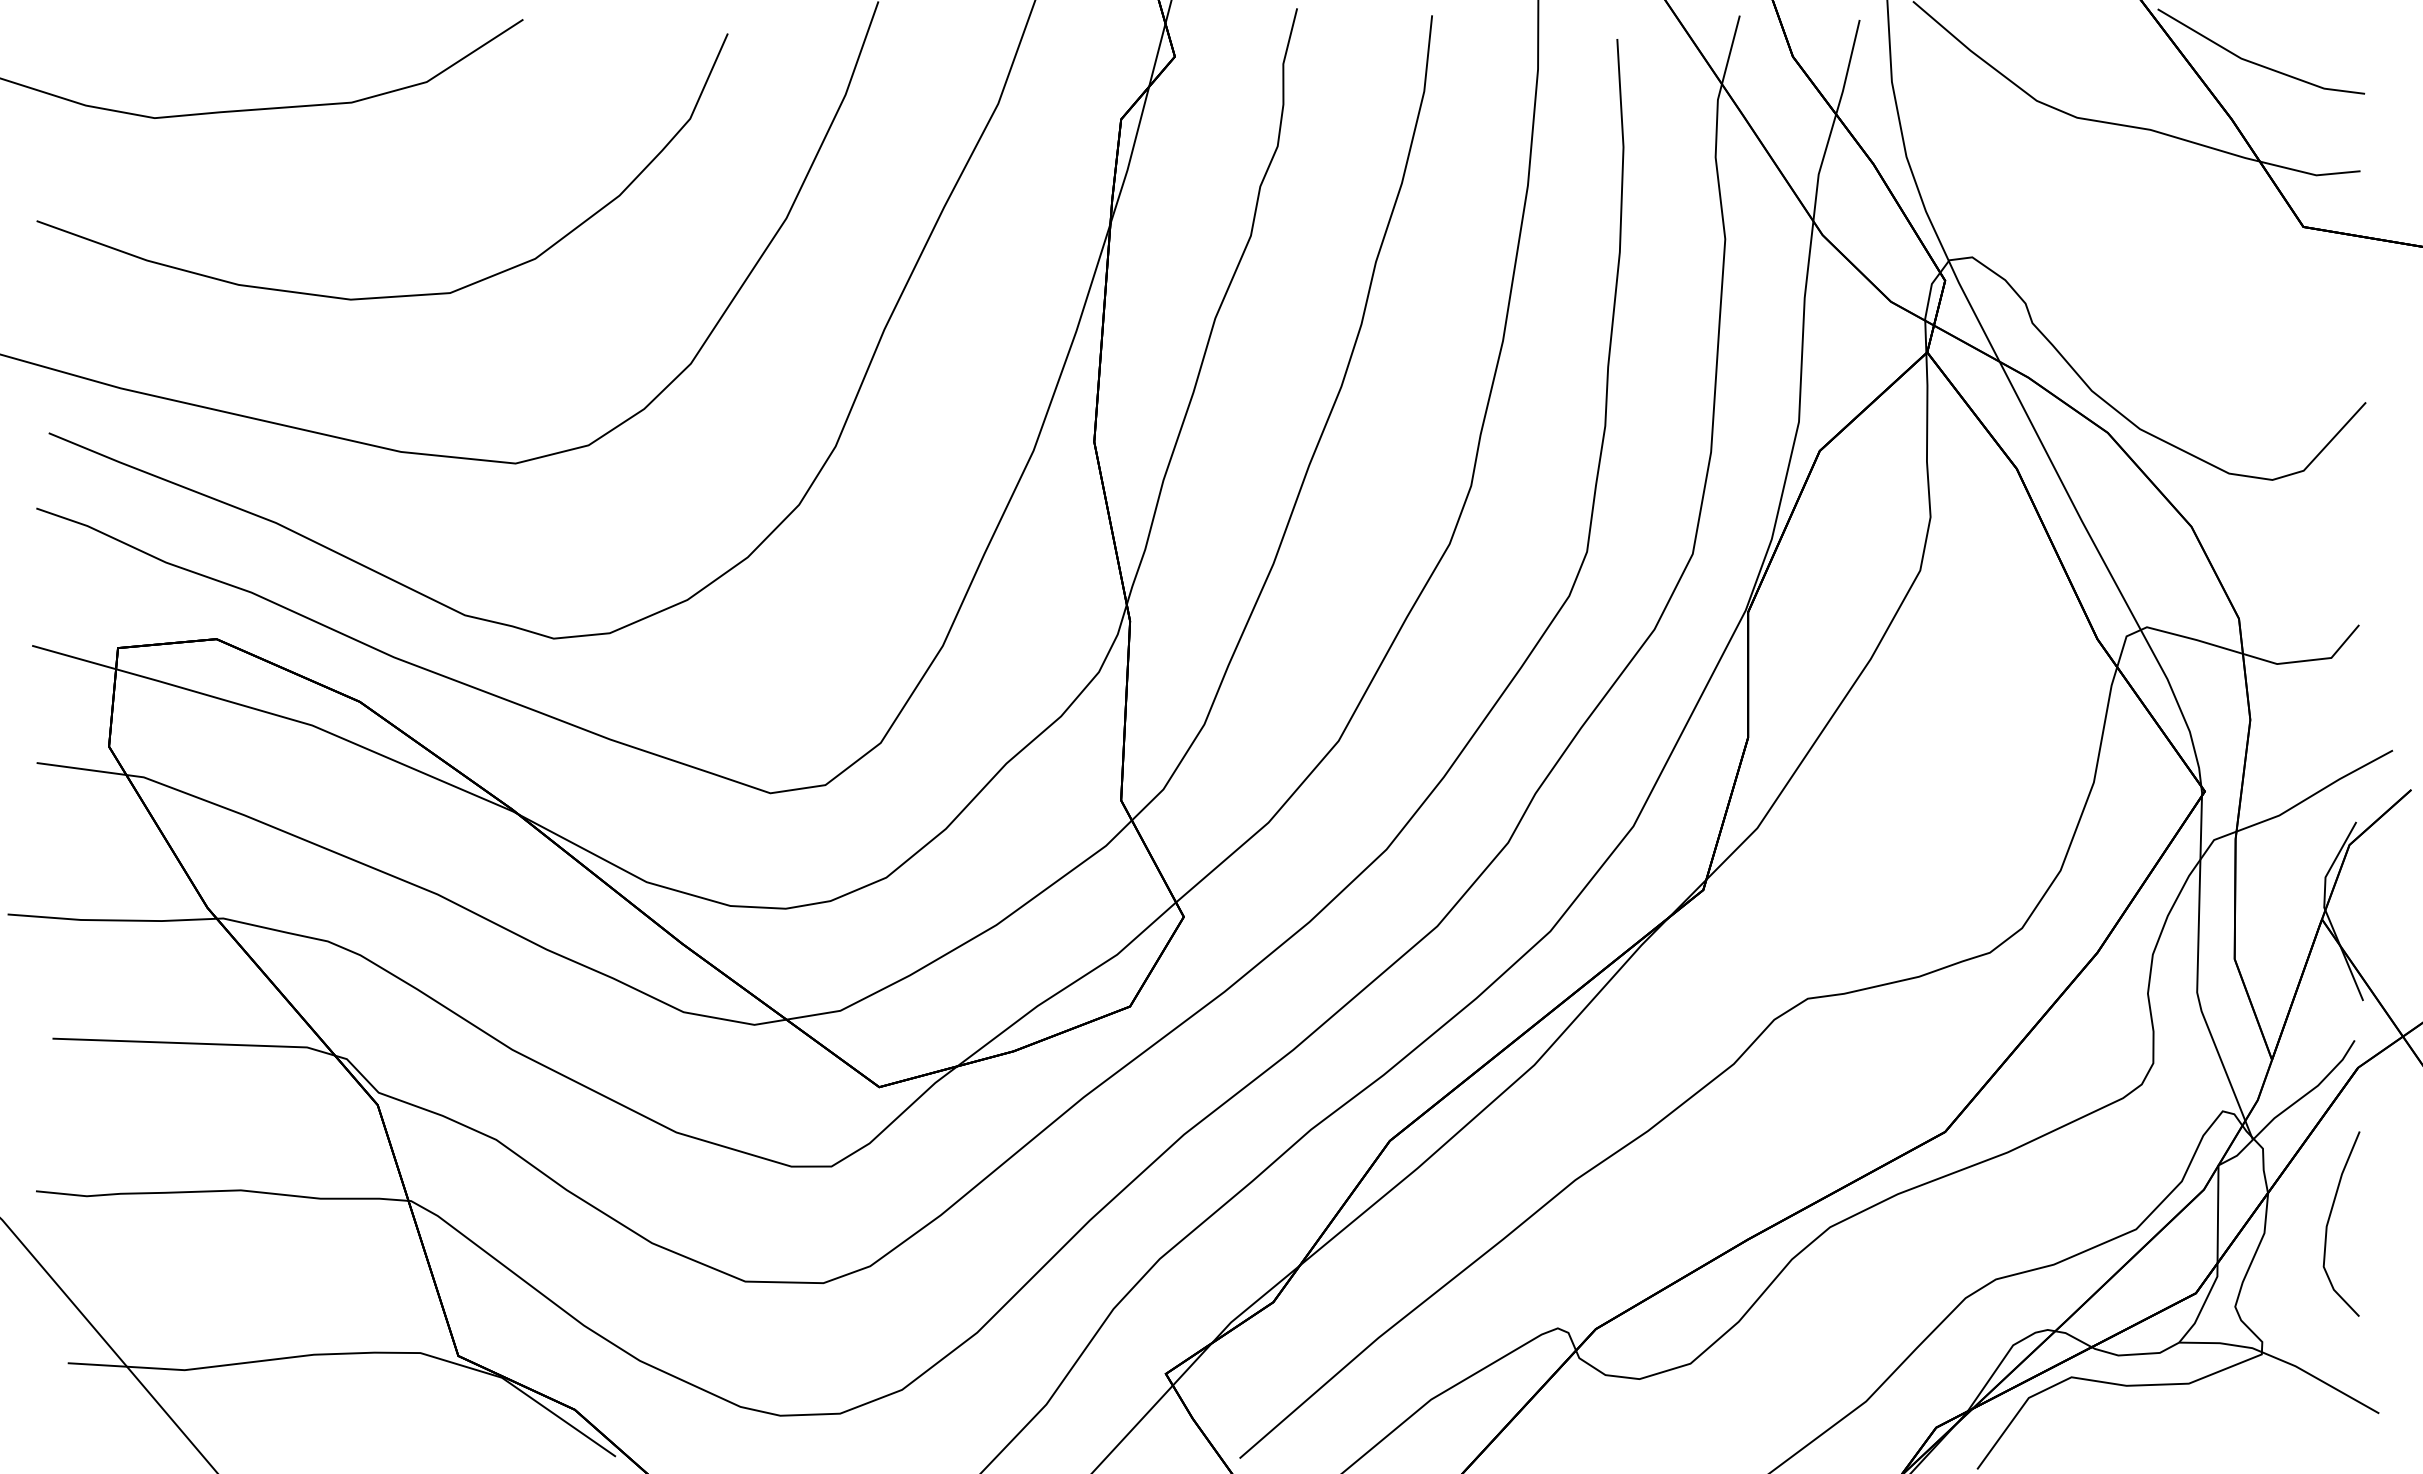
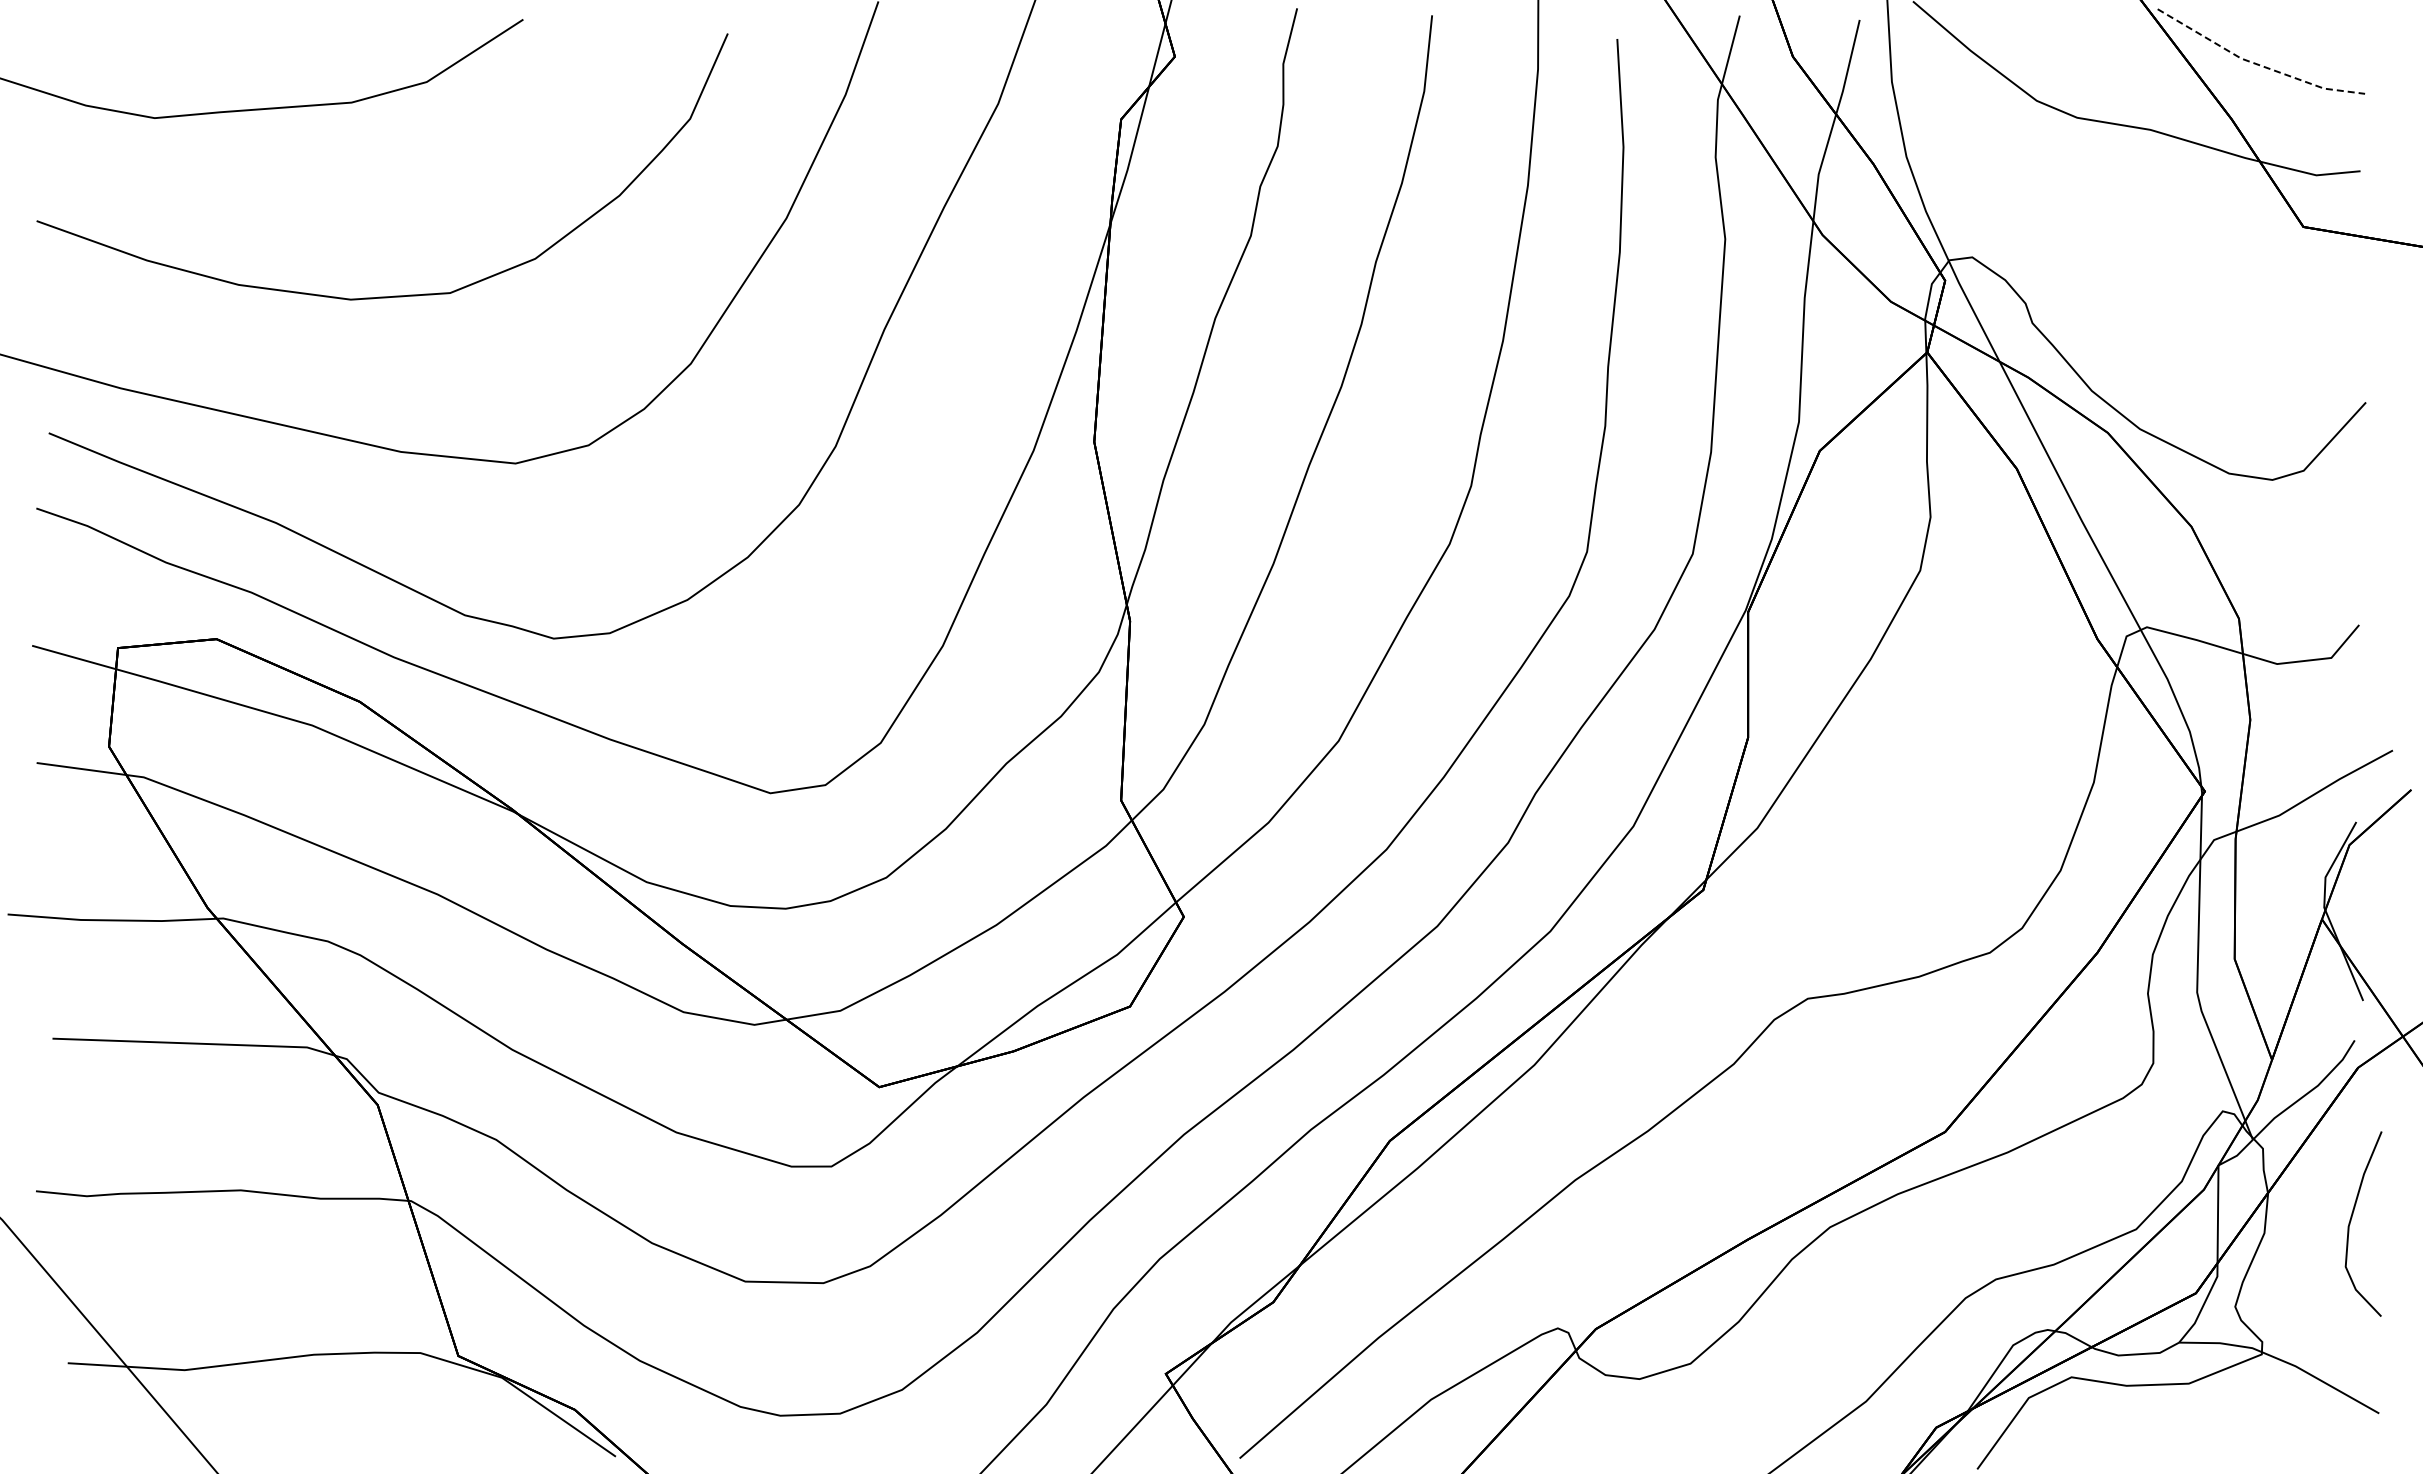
line at (2257, 64): solid -> dashed
curve at (2329, 1221) position: (2329, 1221) -> (2351, 1221)
